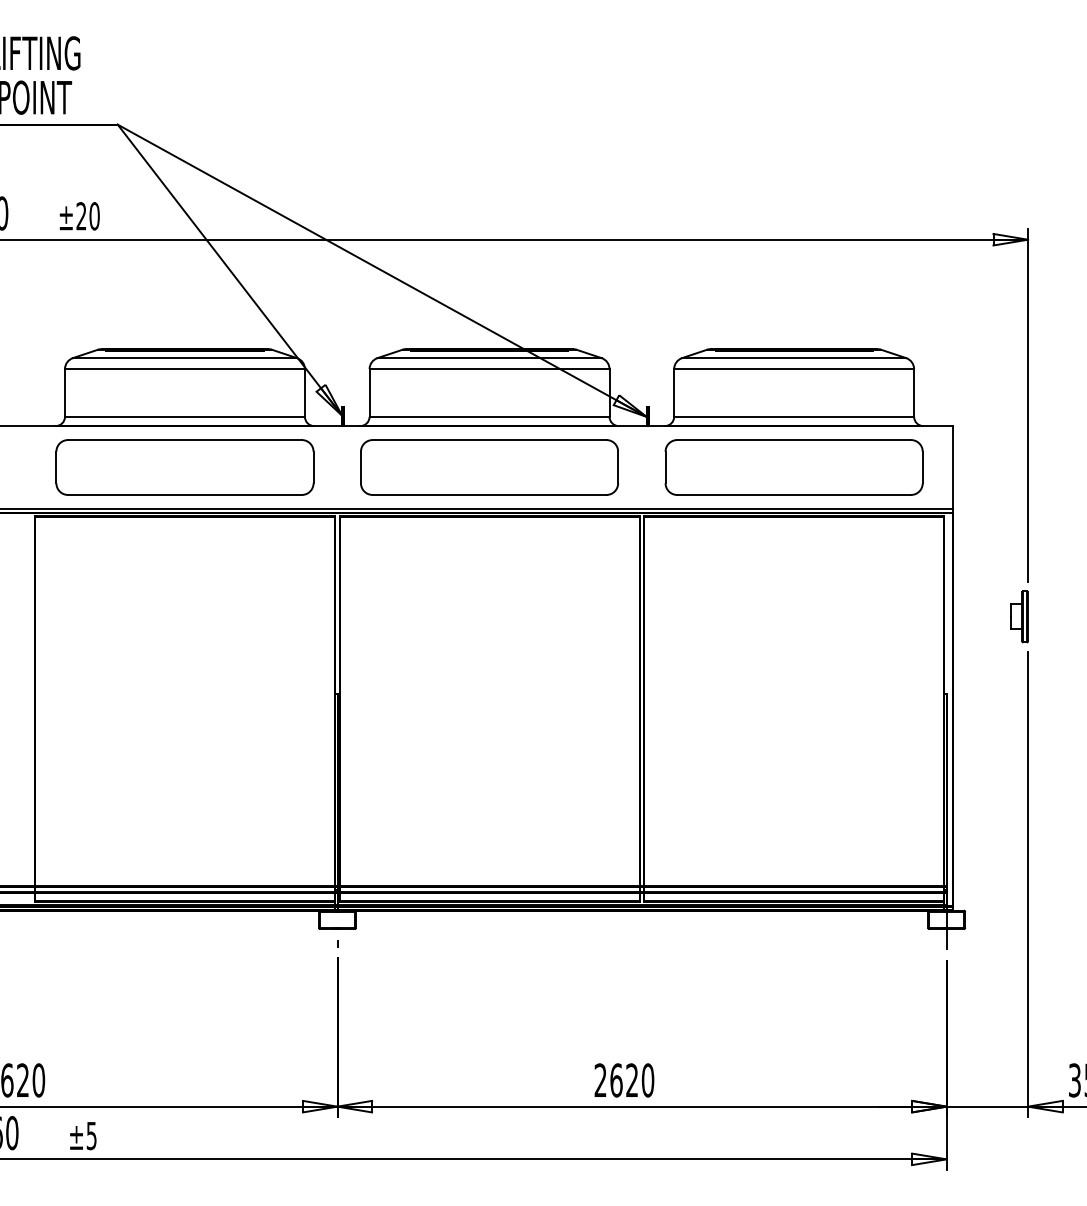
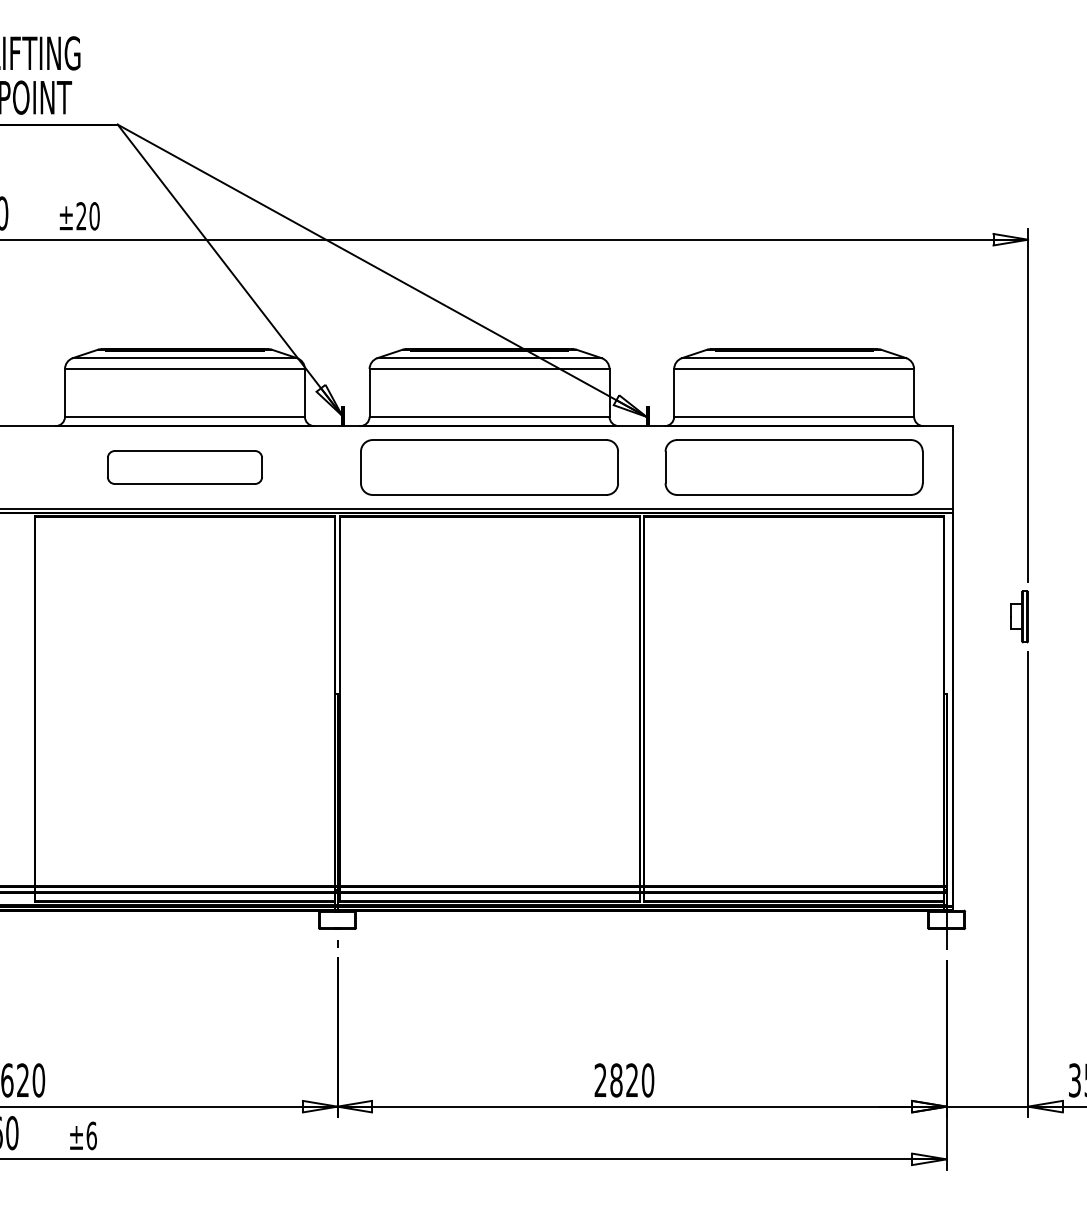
part at (184, 467) size: 260x57 px -> 156x35 px
text at (616, 1080): 2620 -> 2820
text at (91, 1135): ±5 -> ±6
